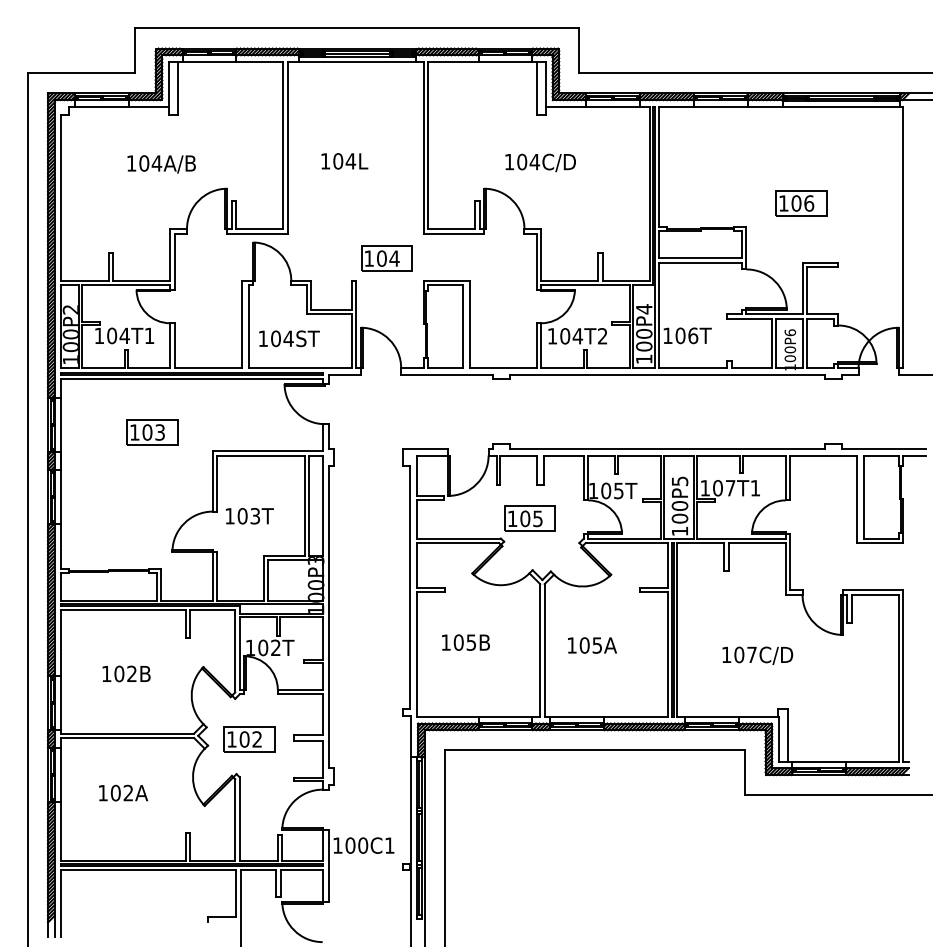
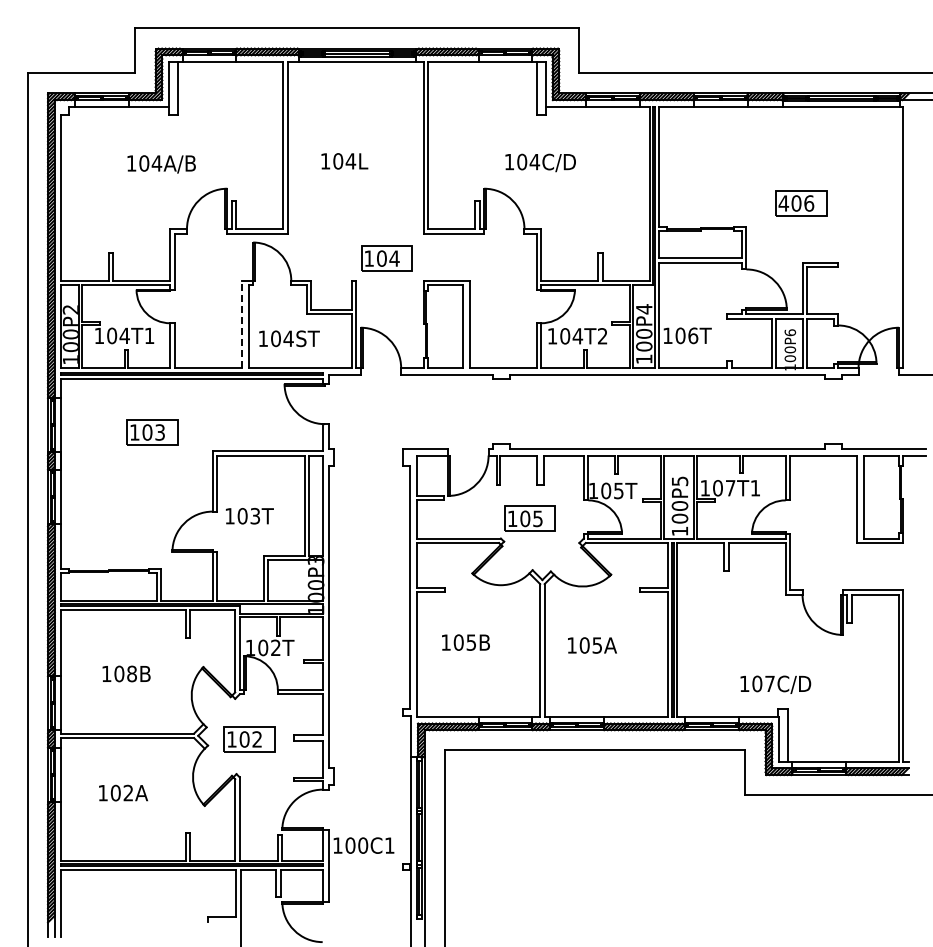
text at (783, 203): 106 -> 406
line at (241, 324): solid -> dashed
text at (757, 655) position: (757, 655) -> (775, 684)
text at (131, 673): 102B -> 108B
